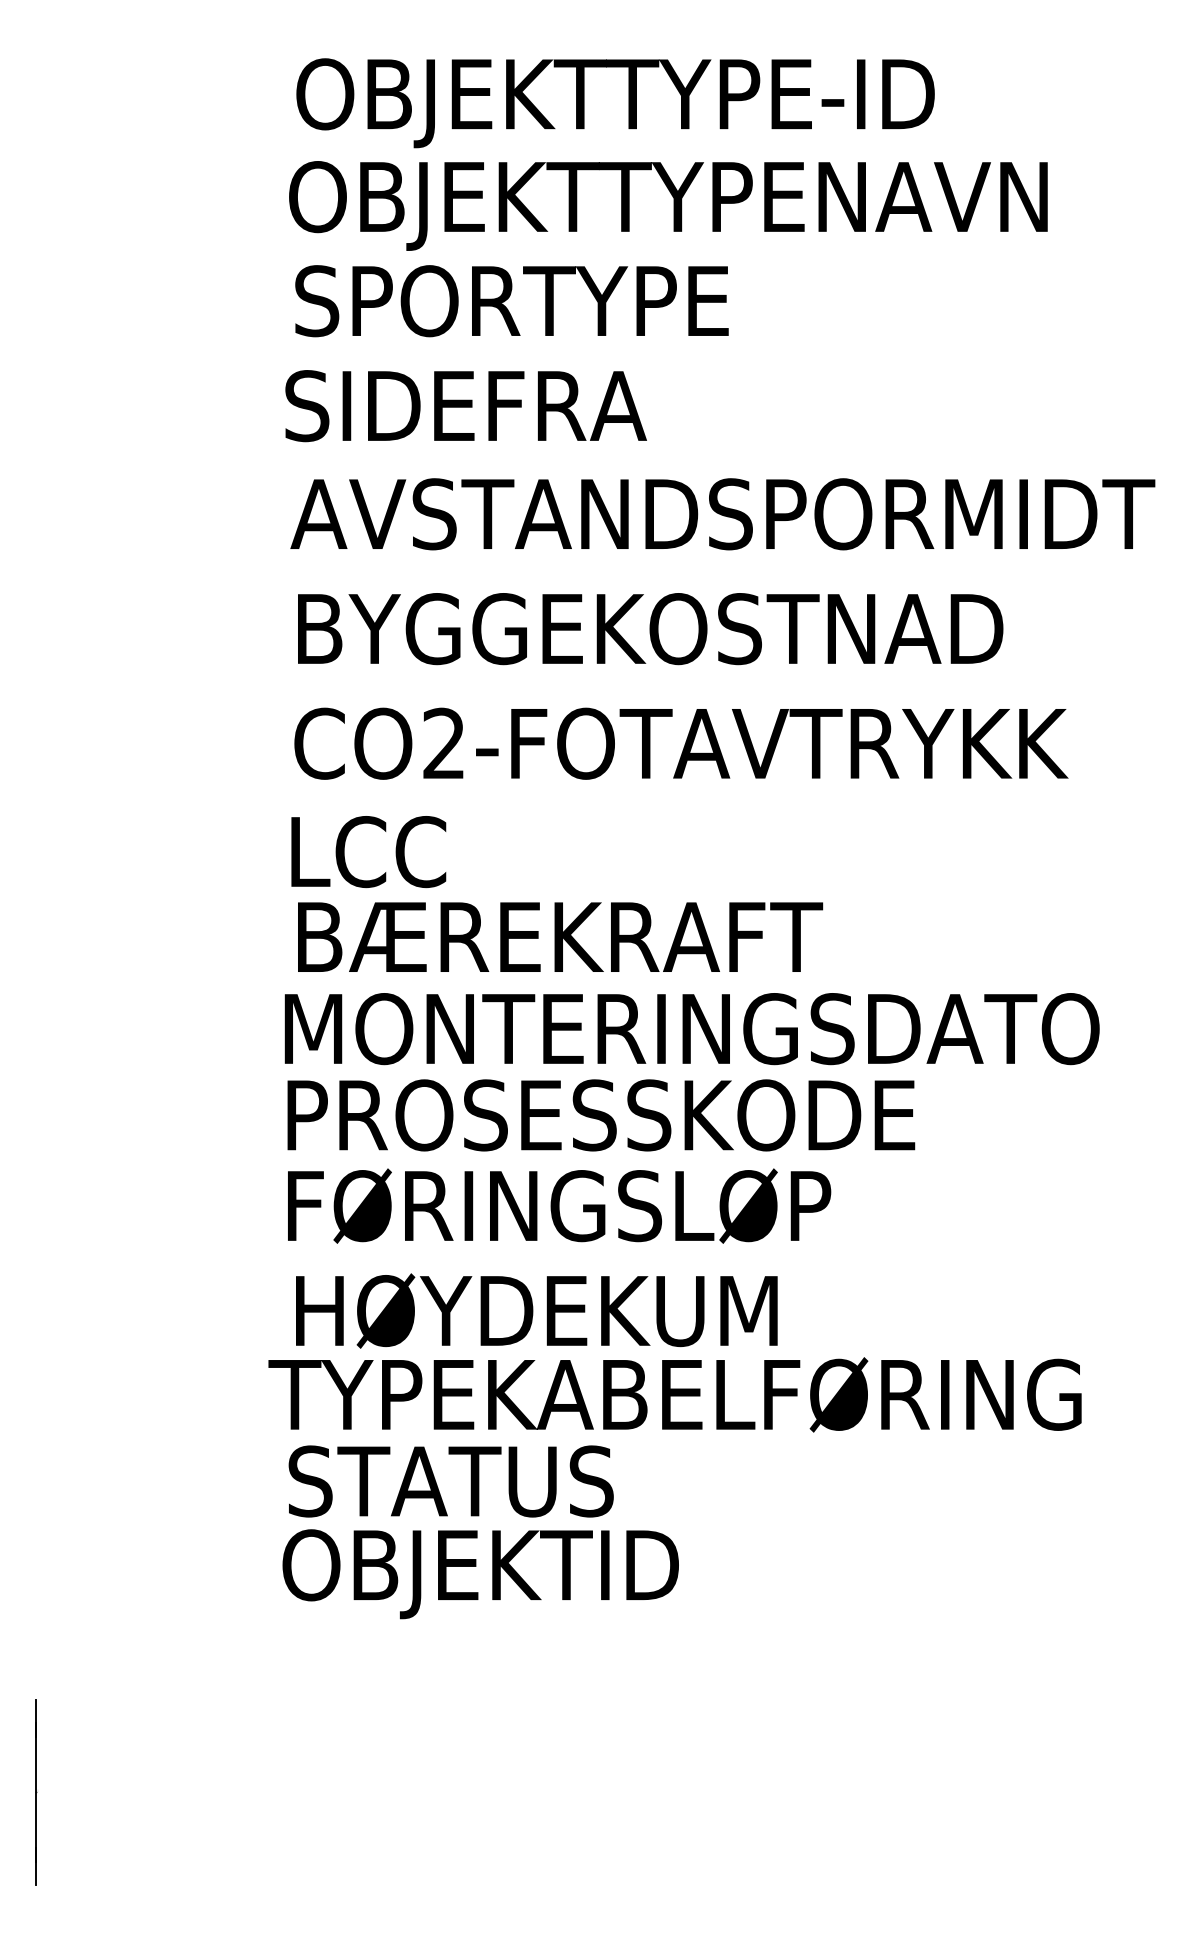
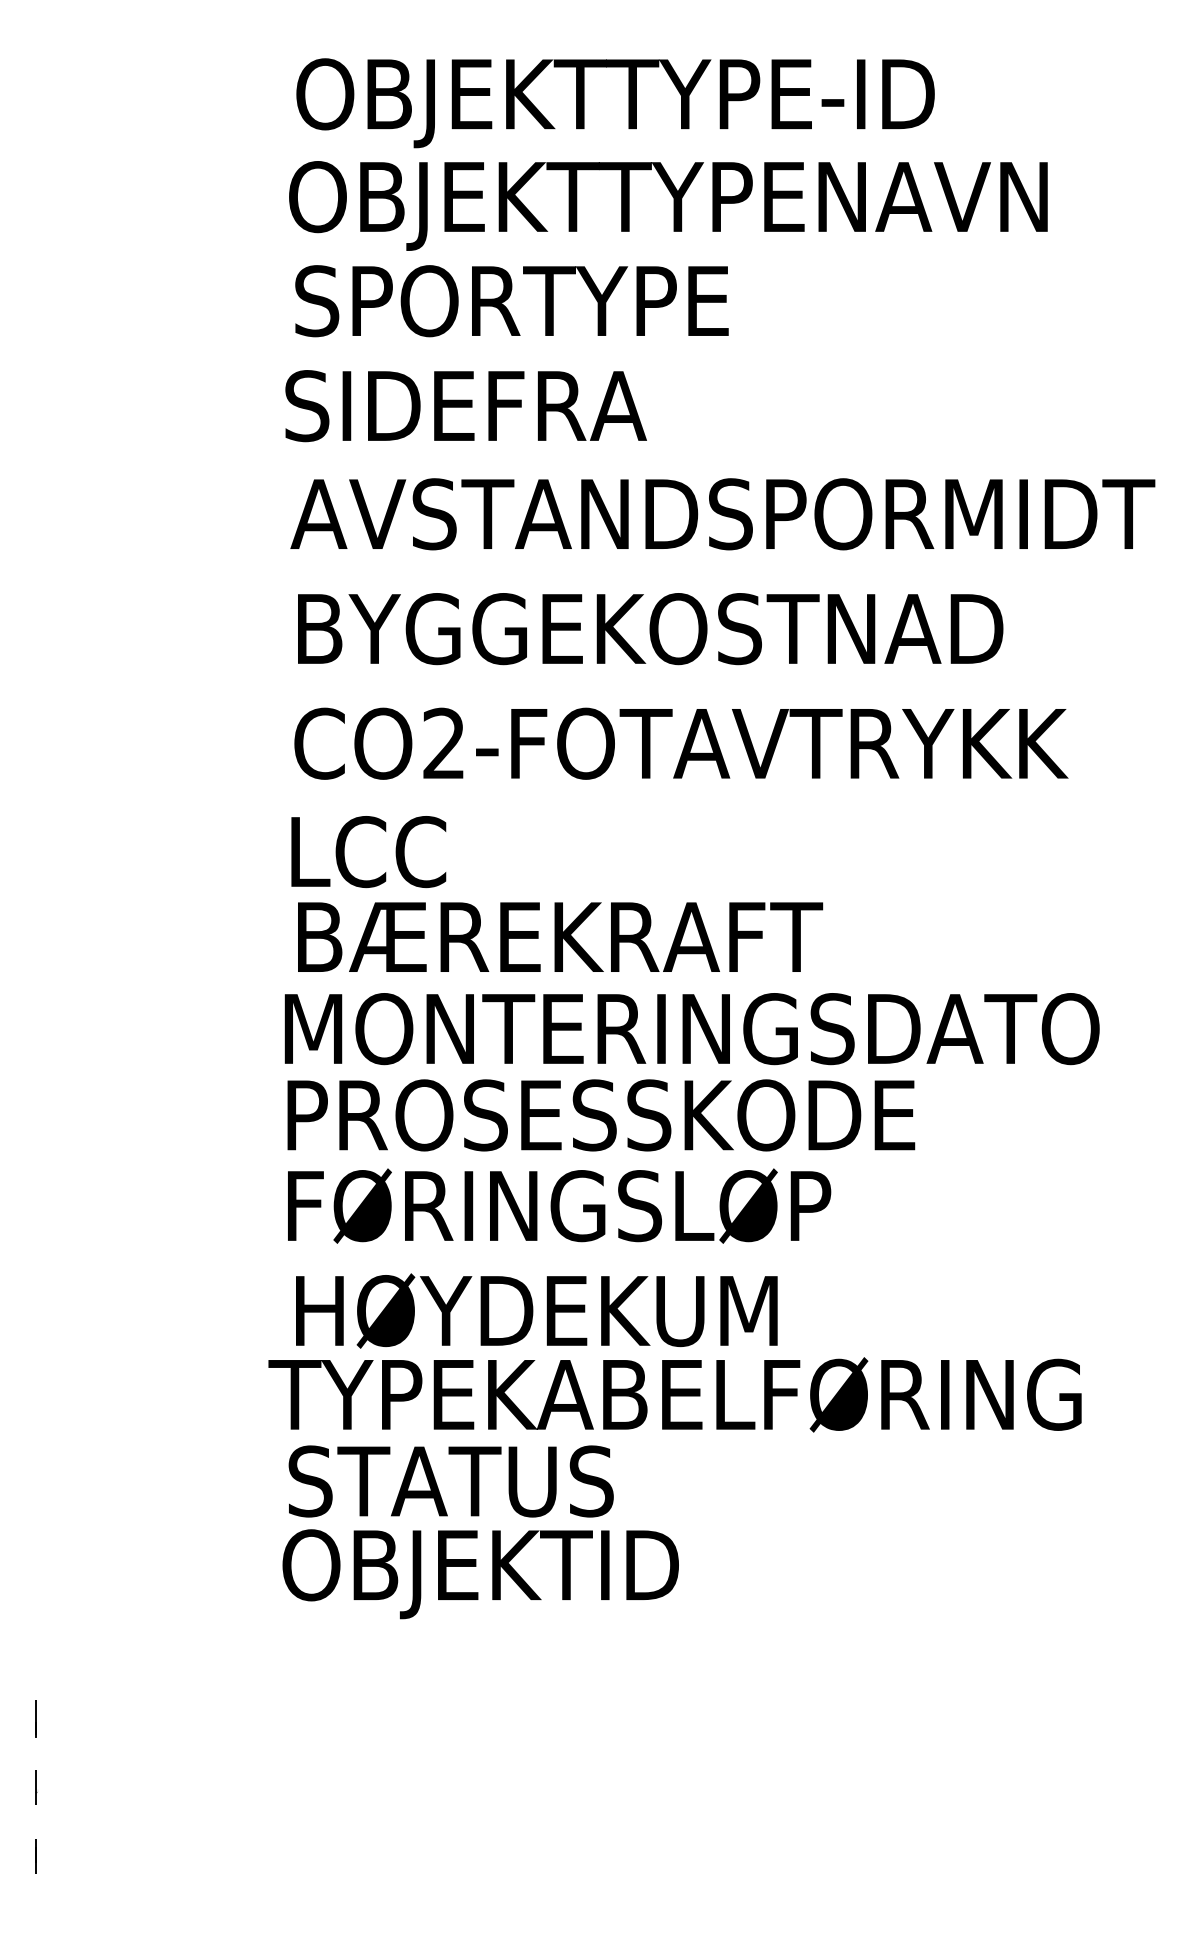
line at (35, 1792): solid -> dashed
